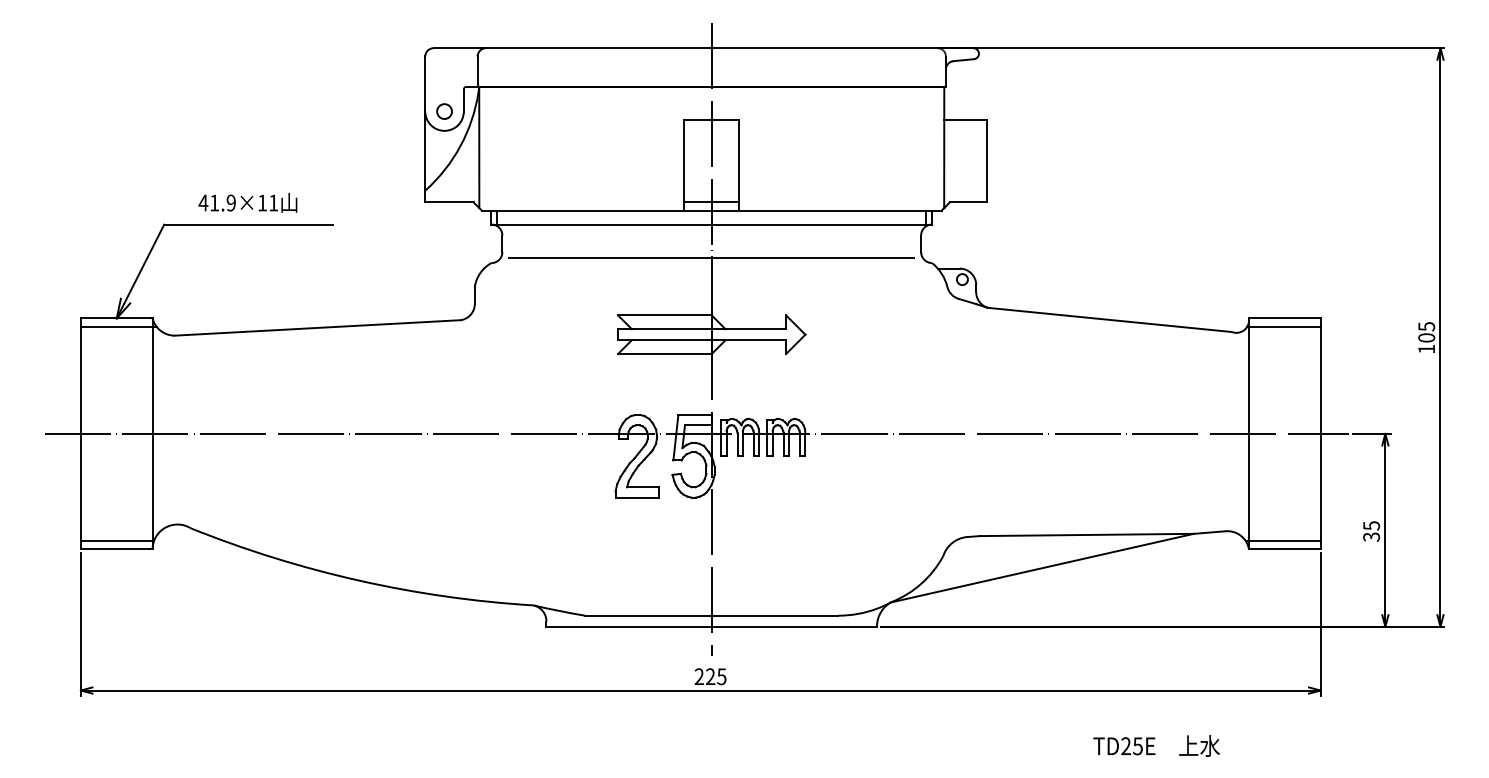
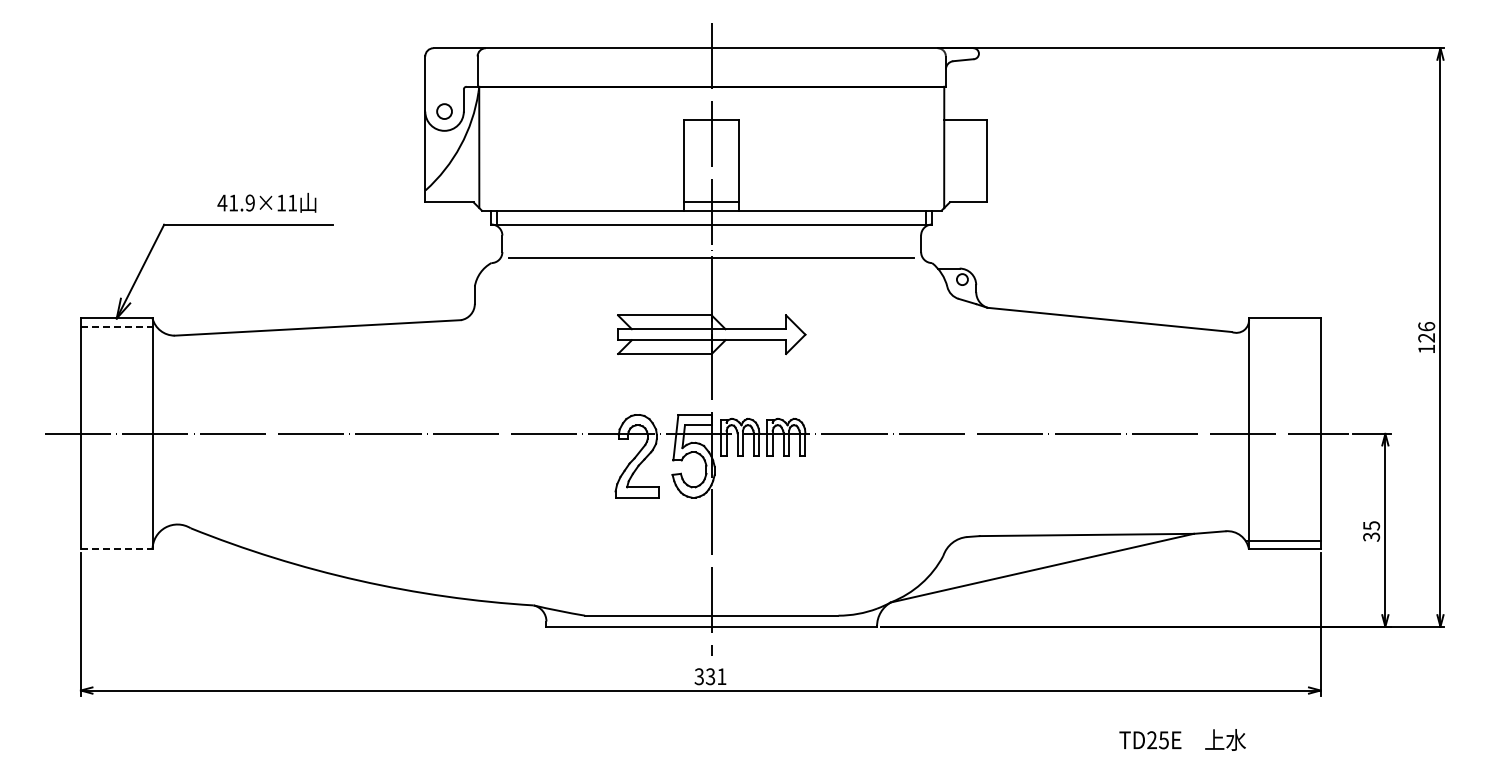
text at (247, 202) position: (247, 202) -> (266, 202)
line at (118, 326): solid -> dashed
line at (1283, 326): present -> none
text at (1426, 332): 105 -> 126
line at (117, 541): present -> none
line at (116, 549): solid -> dashed
text at (710, 676): 225 -> 331
text at (1156, 745) position: (1156, 745) -> (1182, 739)
